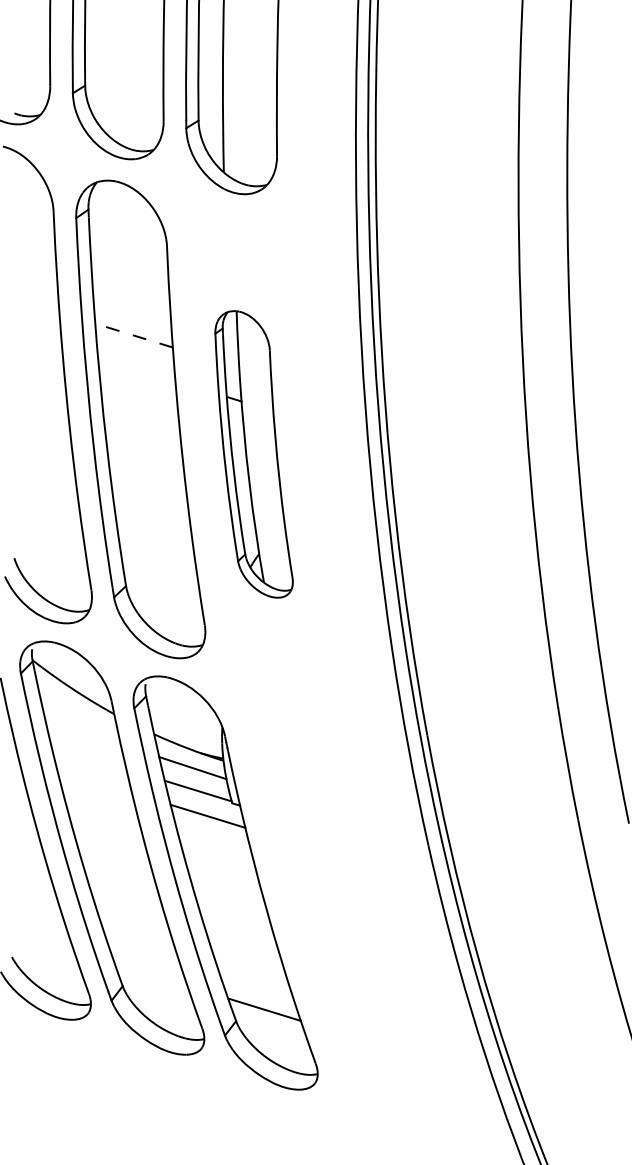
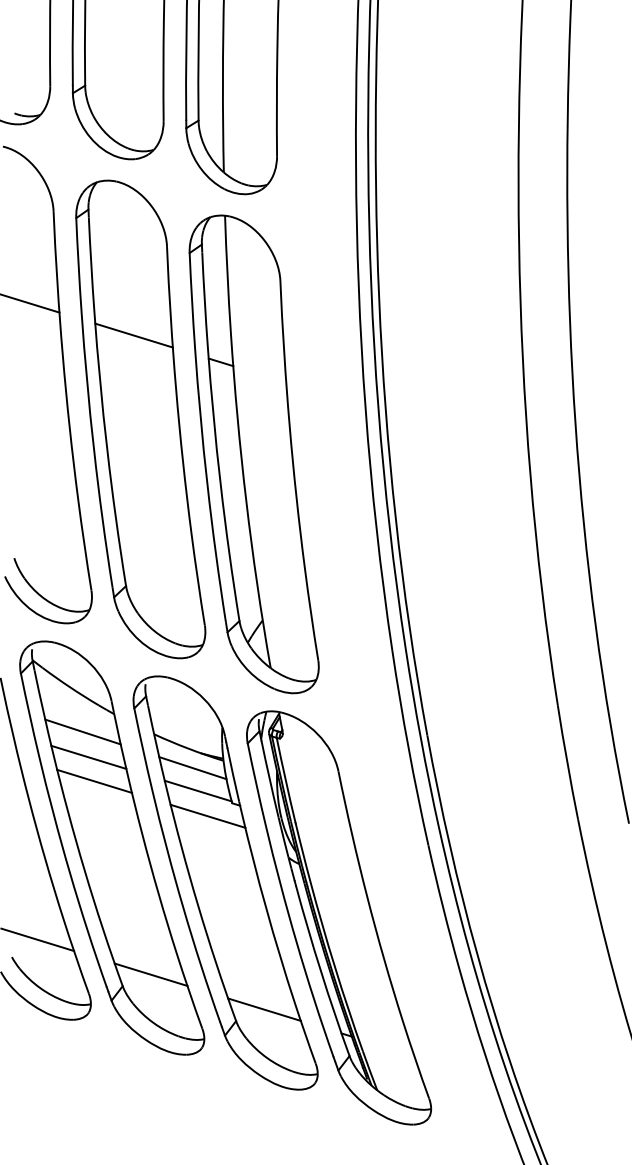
line at (30, 303): none -> present
line at (134, 335): dashed -> solid
part at (253, 454) size: 80x289 px -> 132x481 px
line at (82, 731): none -> present
line at (88, 756): none -> present
line at (94, 780): none -> present
part at (338, 917): none -> present
line at (38, 939): none -> present
line at (150, 974): none -> present
